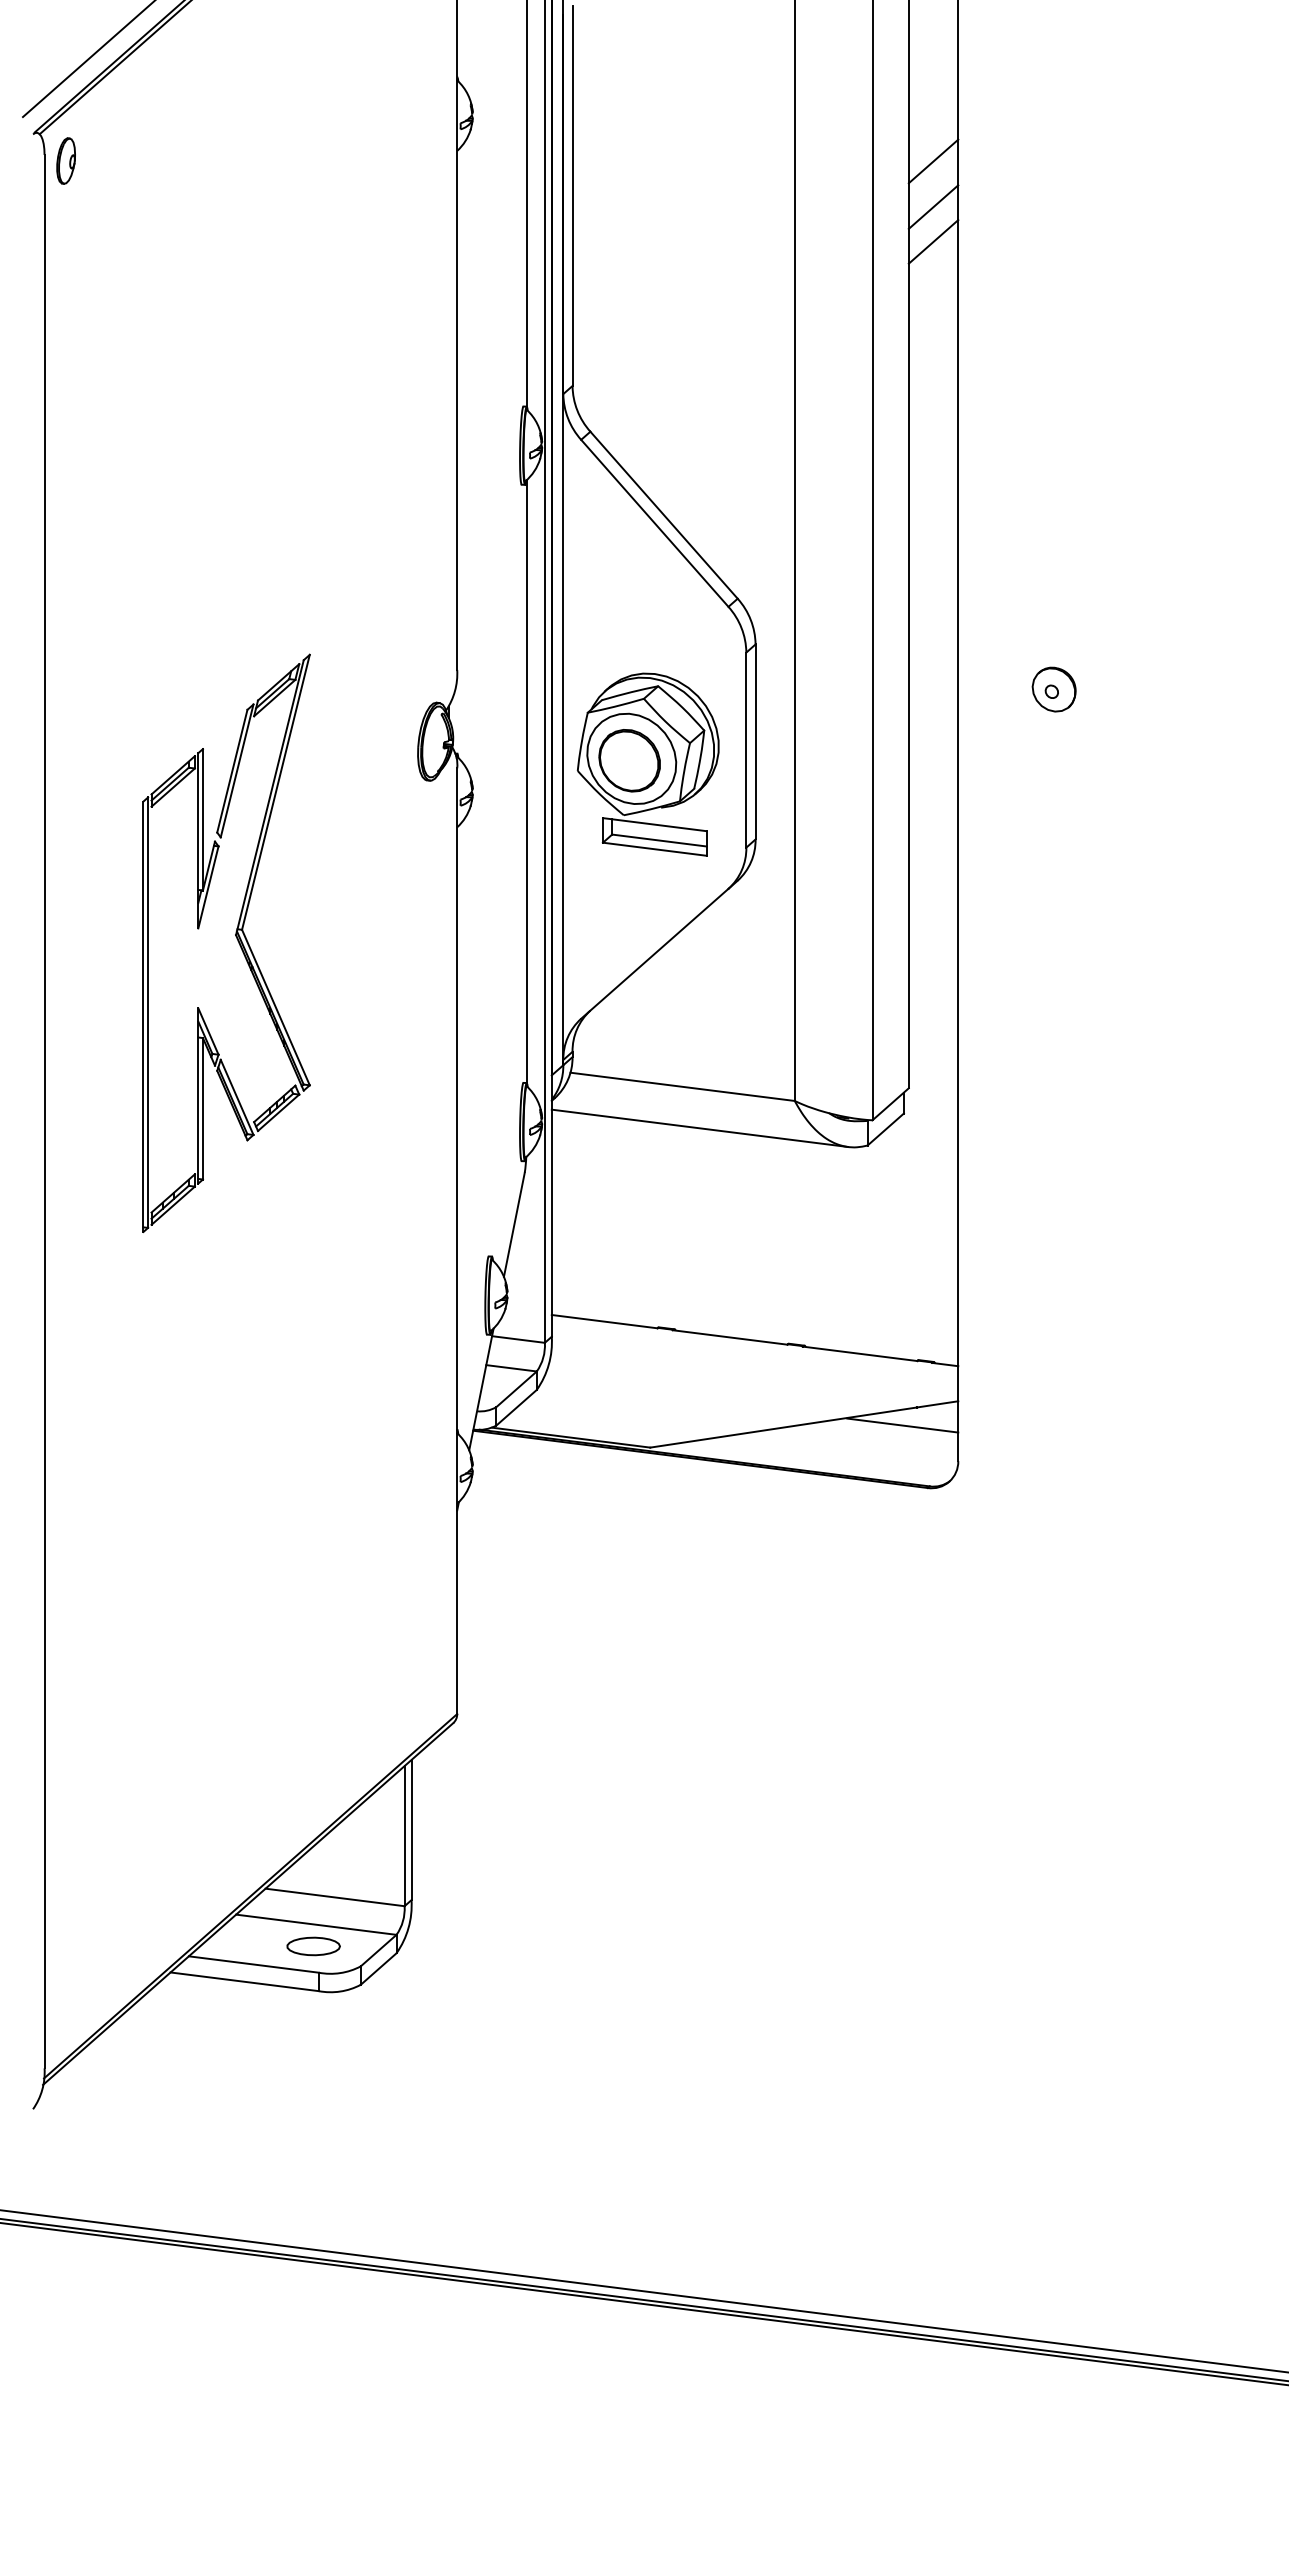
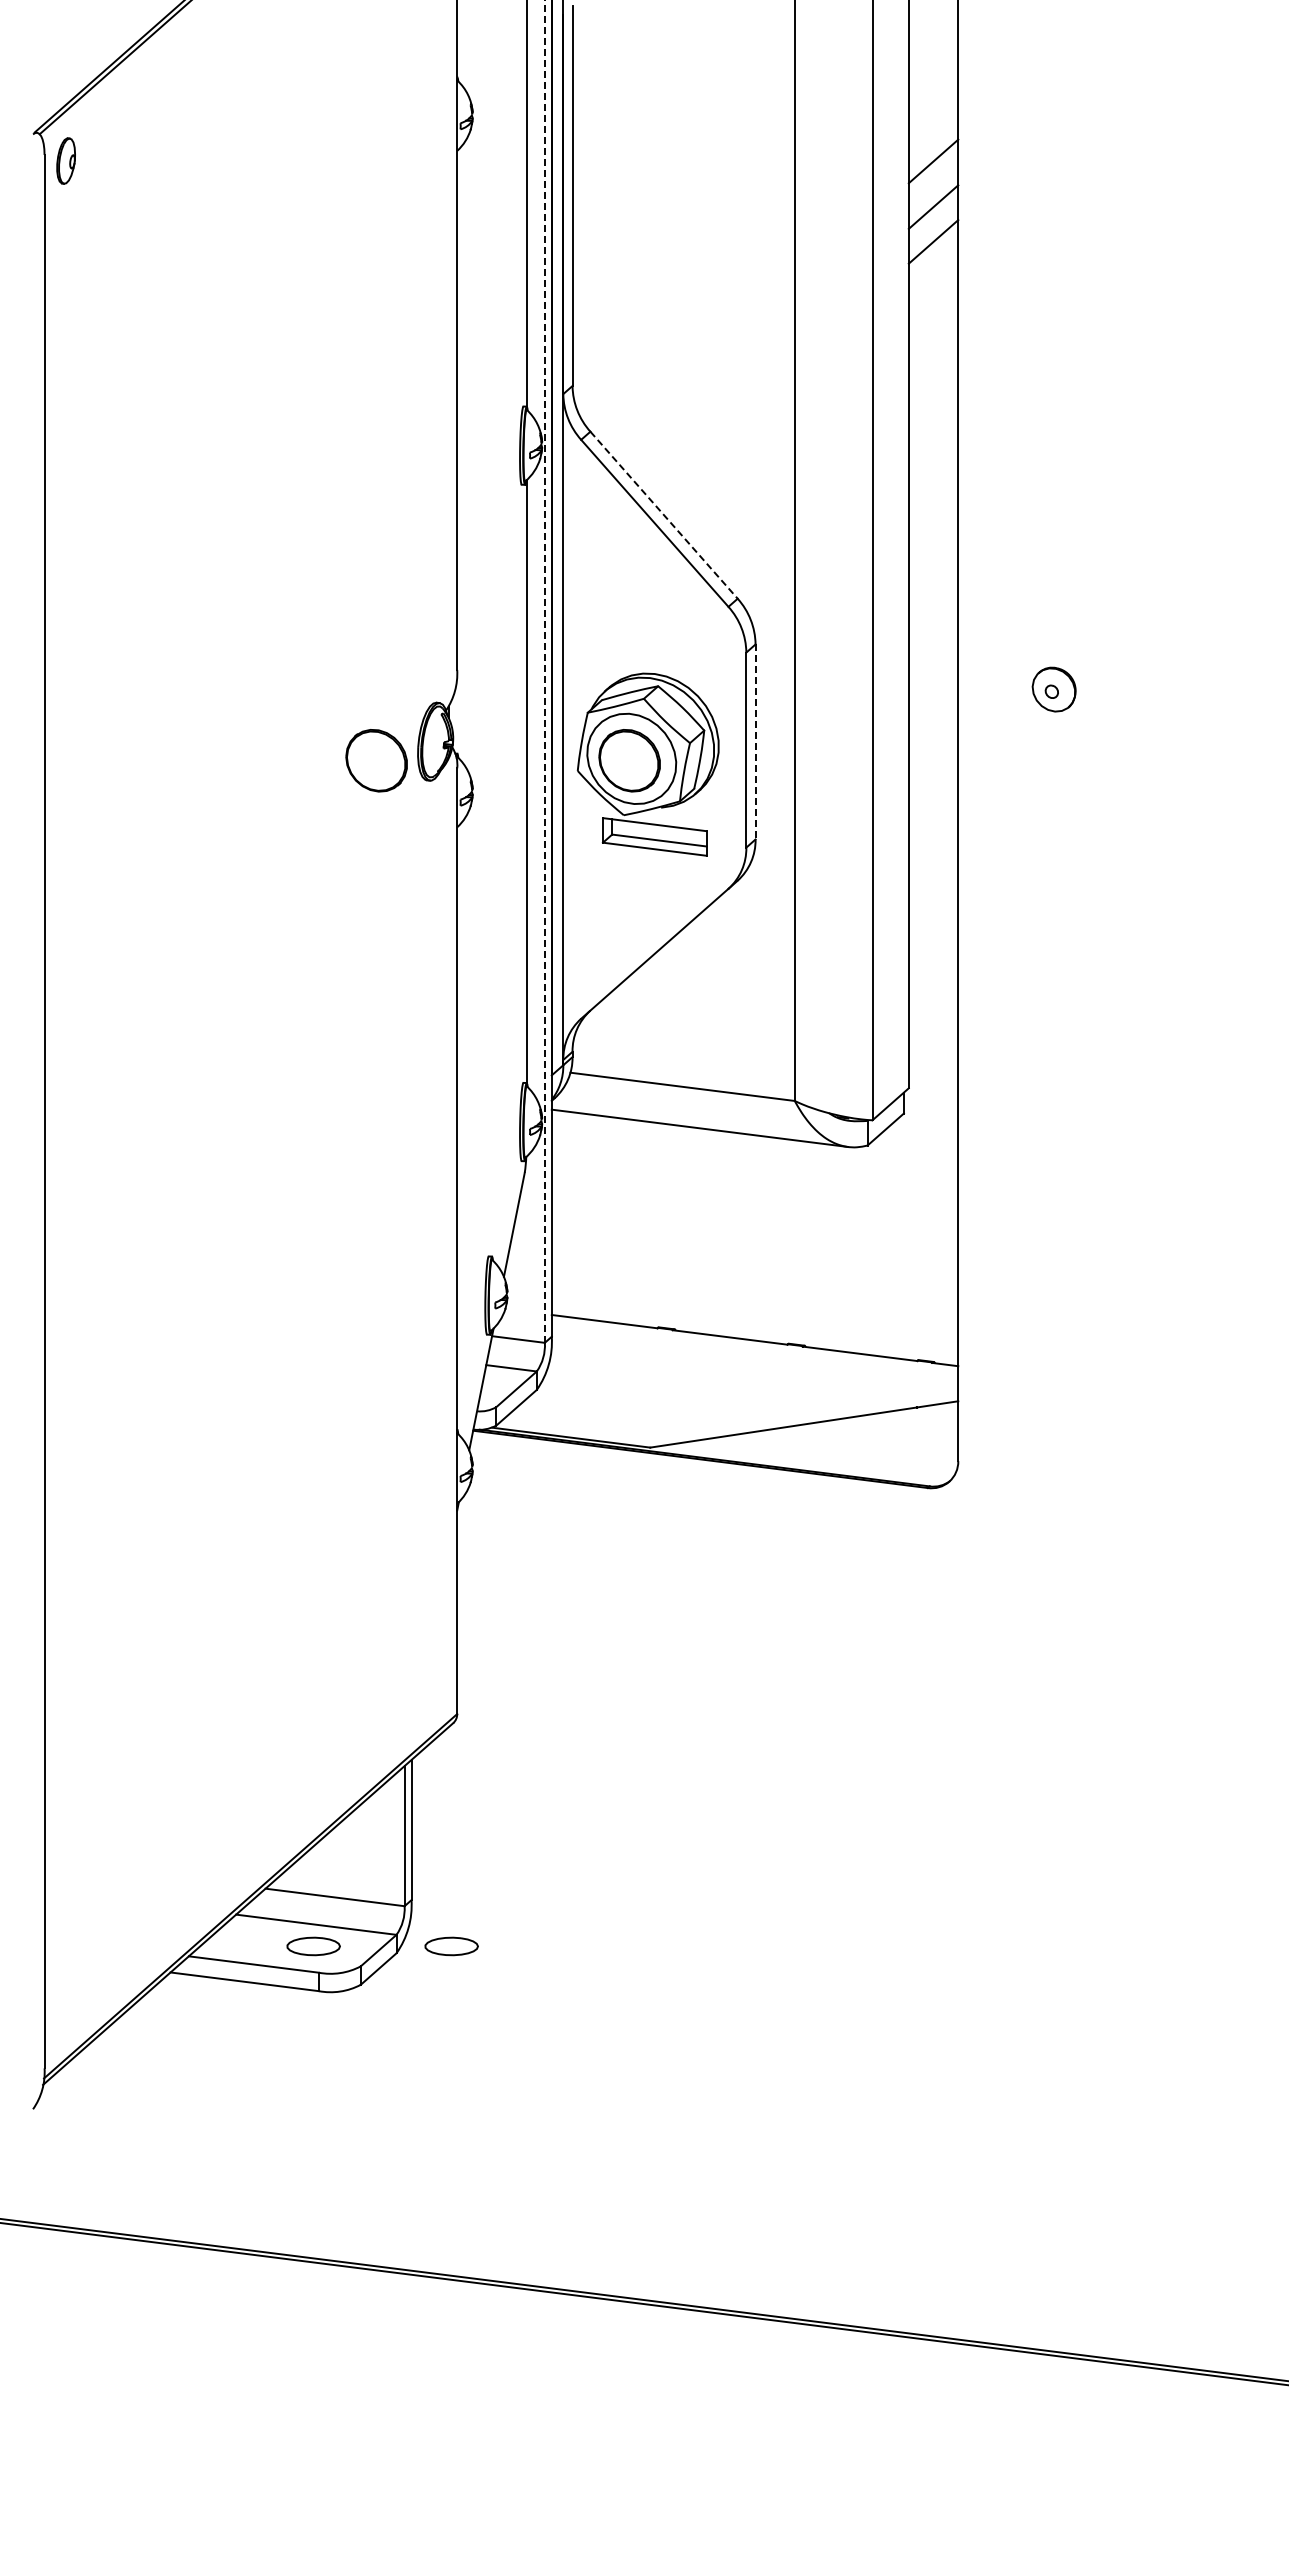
line at (87, 59): present -> none
line at (664, 515): solid -> dashed
line at (544, 670): solid -> dashed
line at (755, 741): solid -> dashed
part at (376, 760): none -> present
part at (236, 938): present -> none
line at (902, 1425): present -> none
part at (451, 1946): none -> present
line at (643, 2291): present -> none
